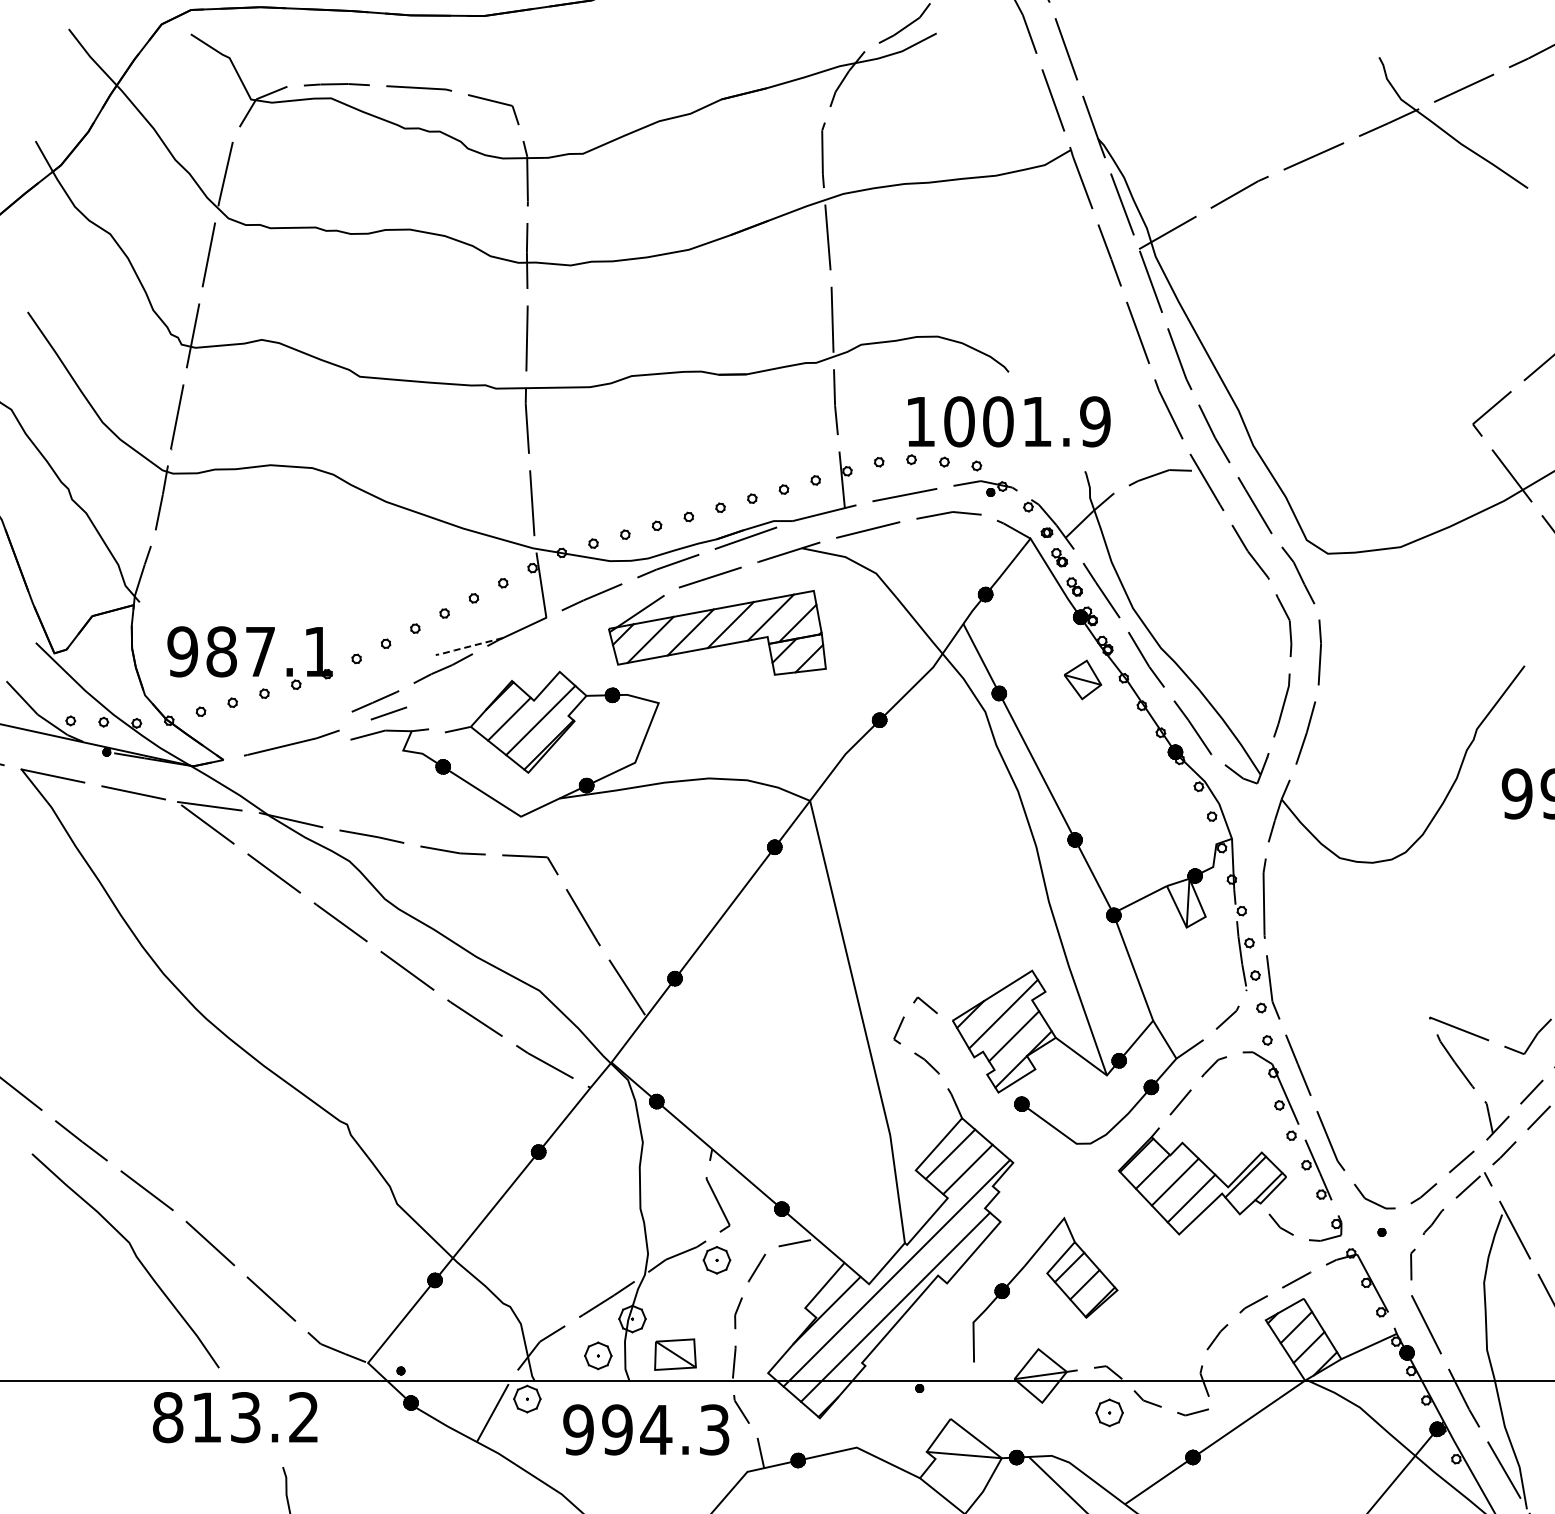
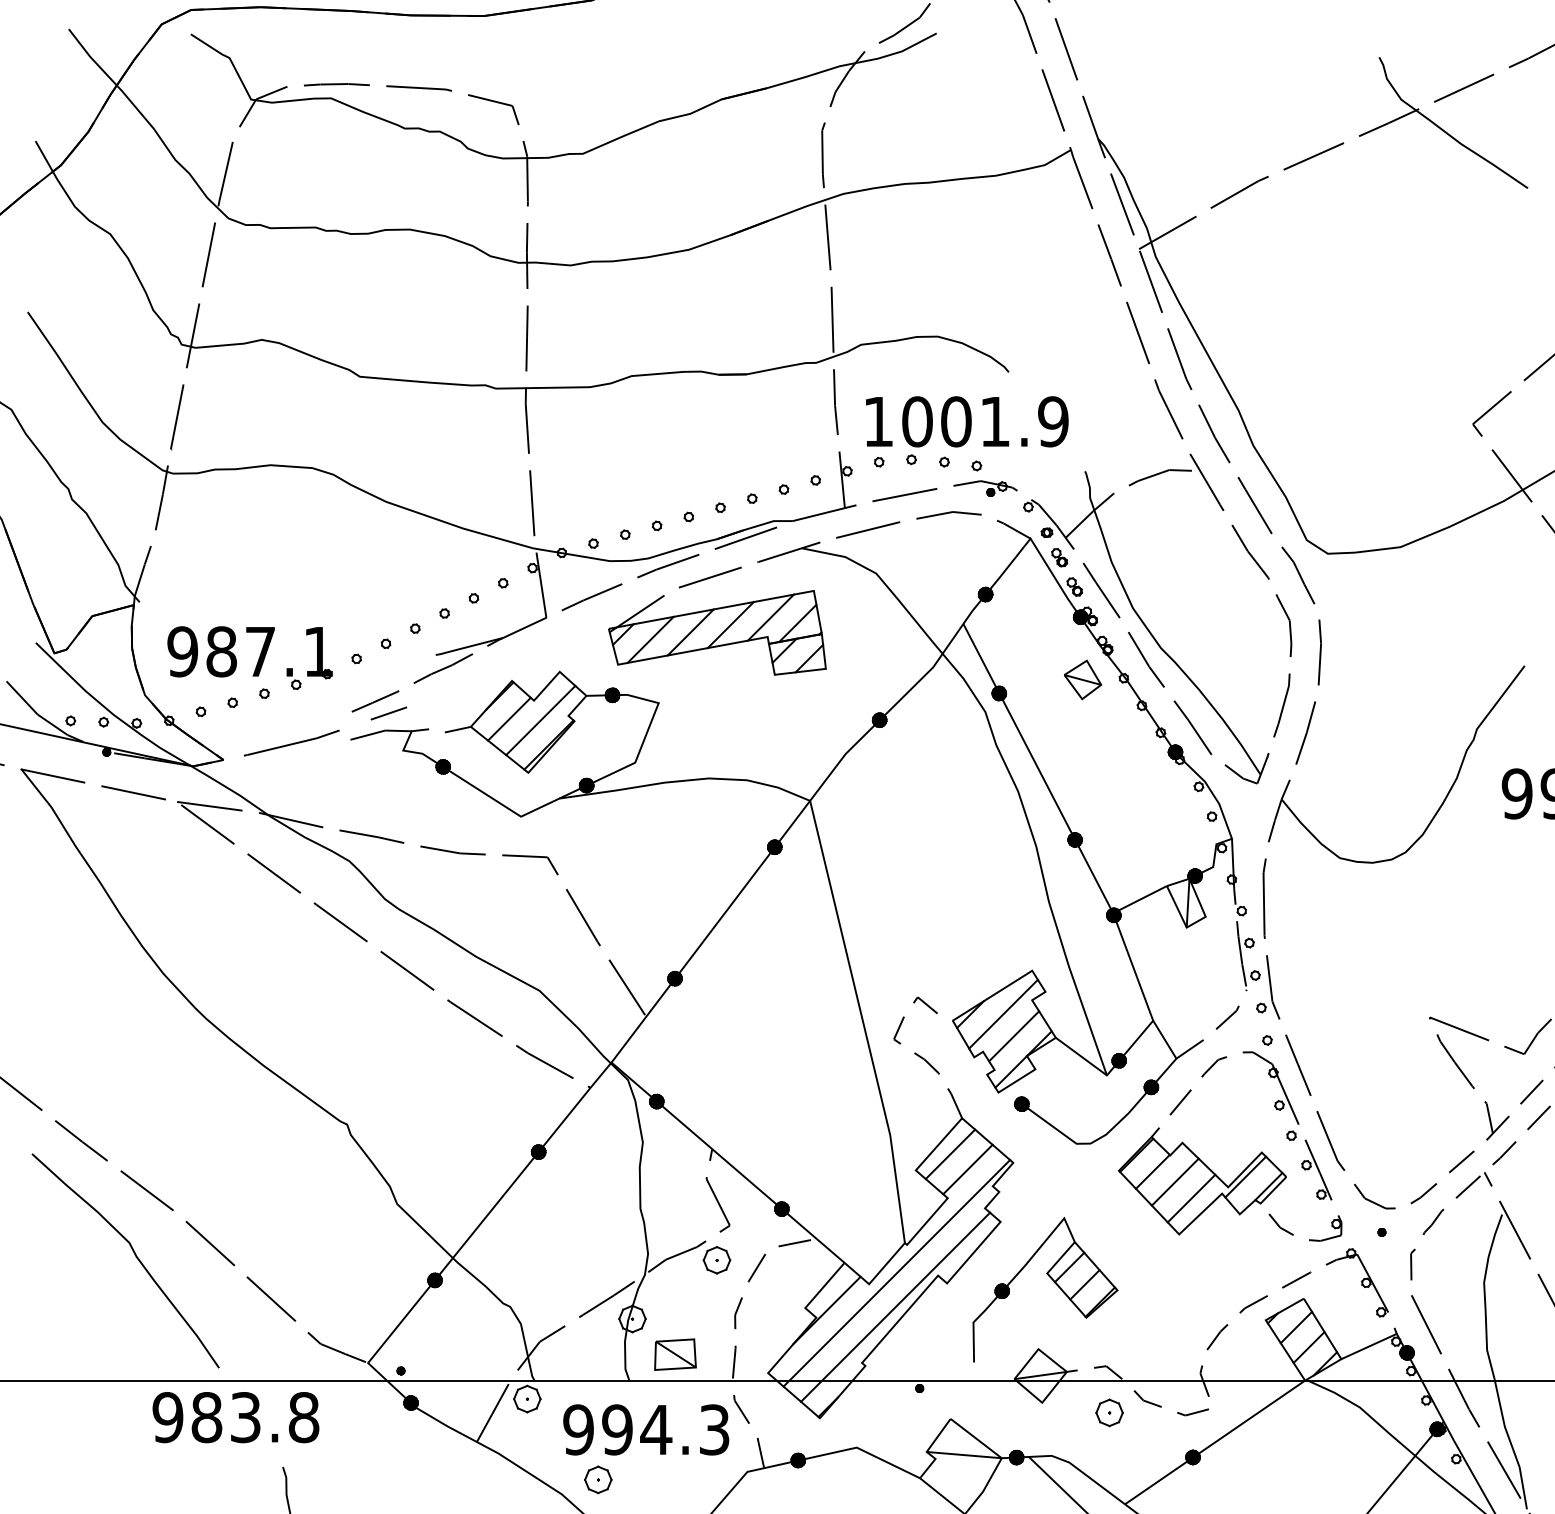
text at (1009, 421) position: (1009, 421) -> (967, 421)
line at (467, 647): dashed -> solid
part at (598, 1355) position: (598, 1355) -> (598, 1479)
text at (235, 1417): 813.2 -> 983.8
